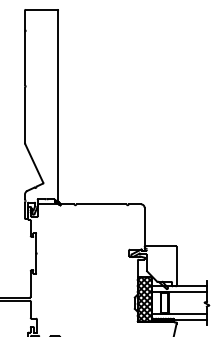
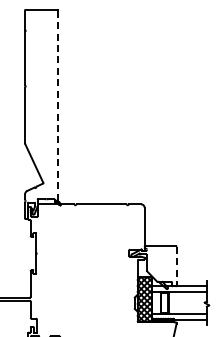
line at (58, 105): solid -> dashed
line at (176, 266): solid -> dashed
